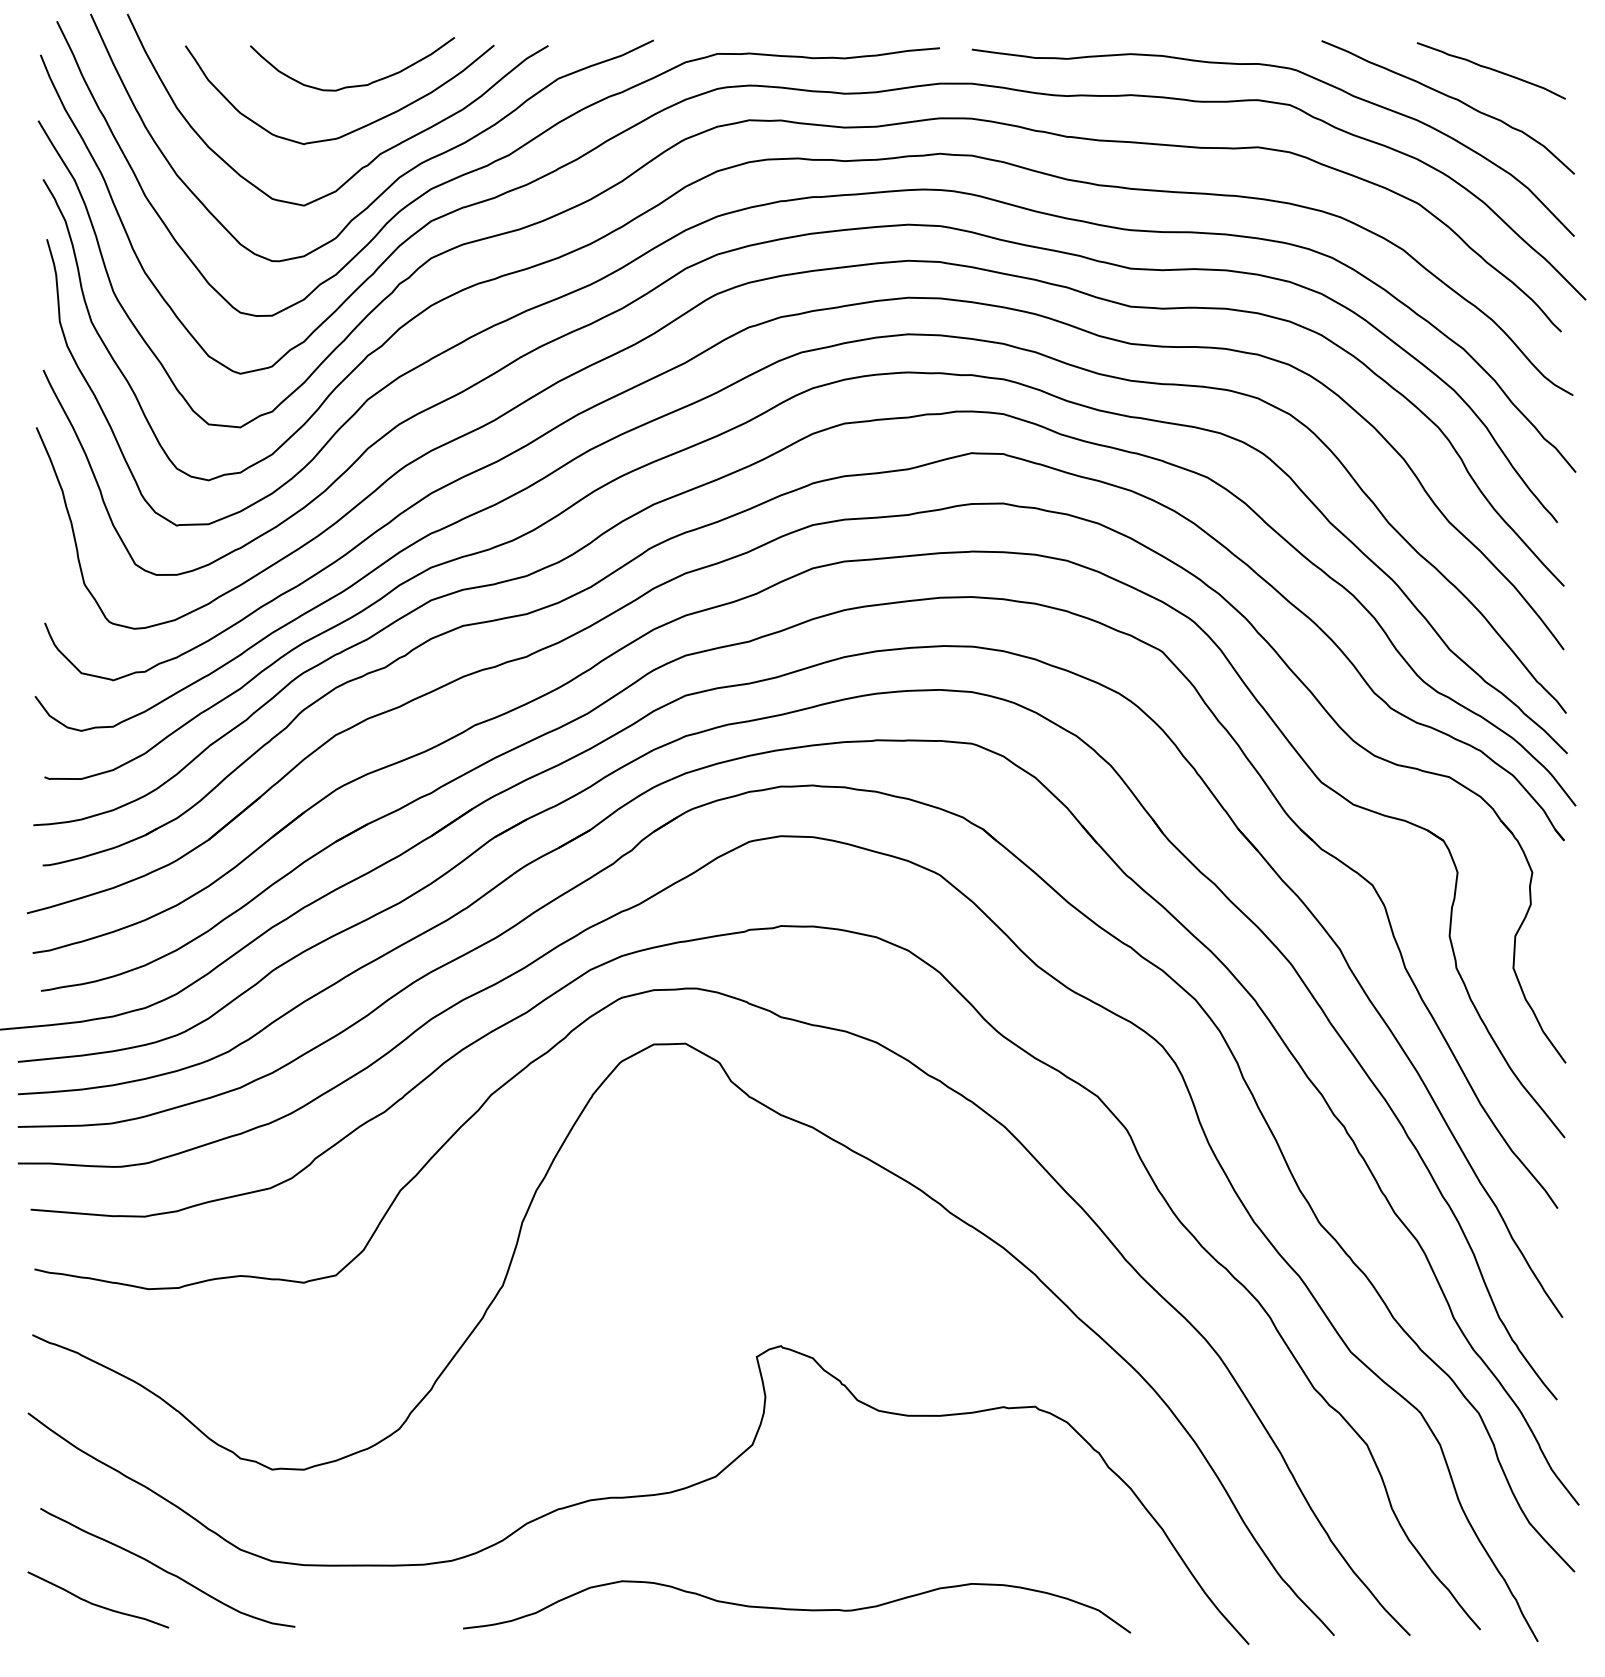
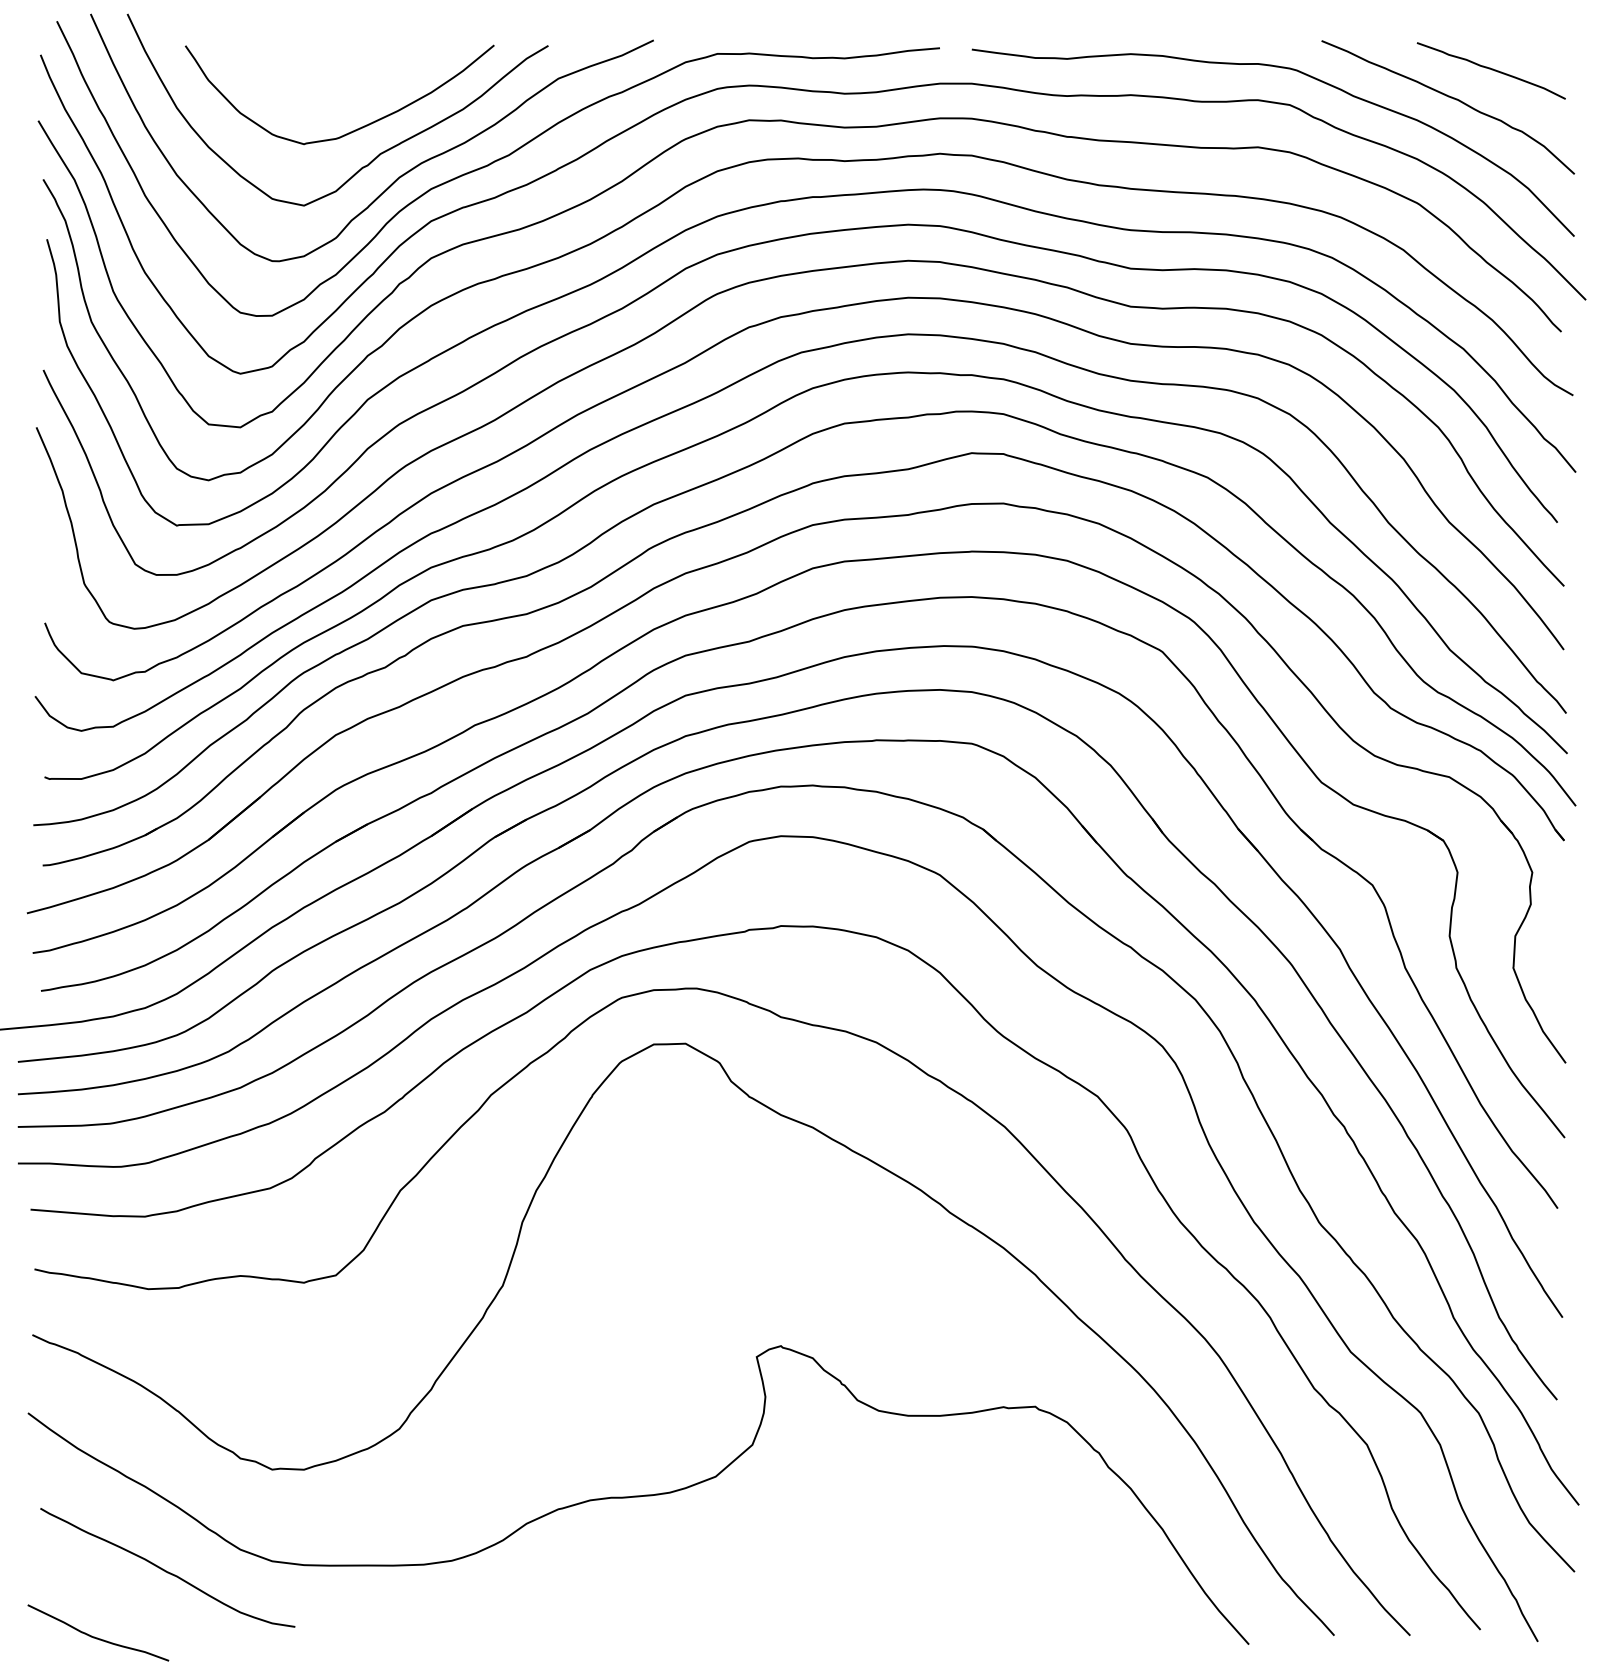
curve at (352, 85): present -> none
curve at (97, 1604) position: (97, 1604) -> (97, 1637)
curve at (797, 1608): present -> none
